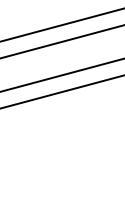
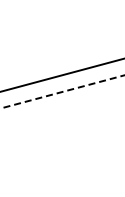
line at (61, 25): present -> none
line at (61, 41): present -> none
line at (62, 91): solid -> dashed
